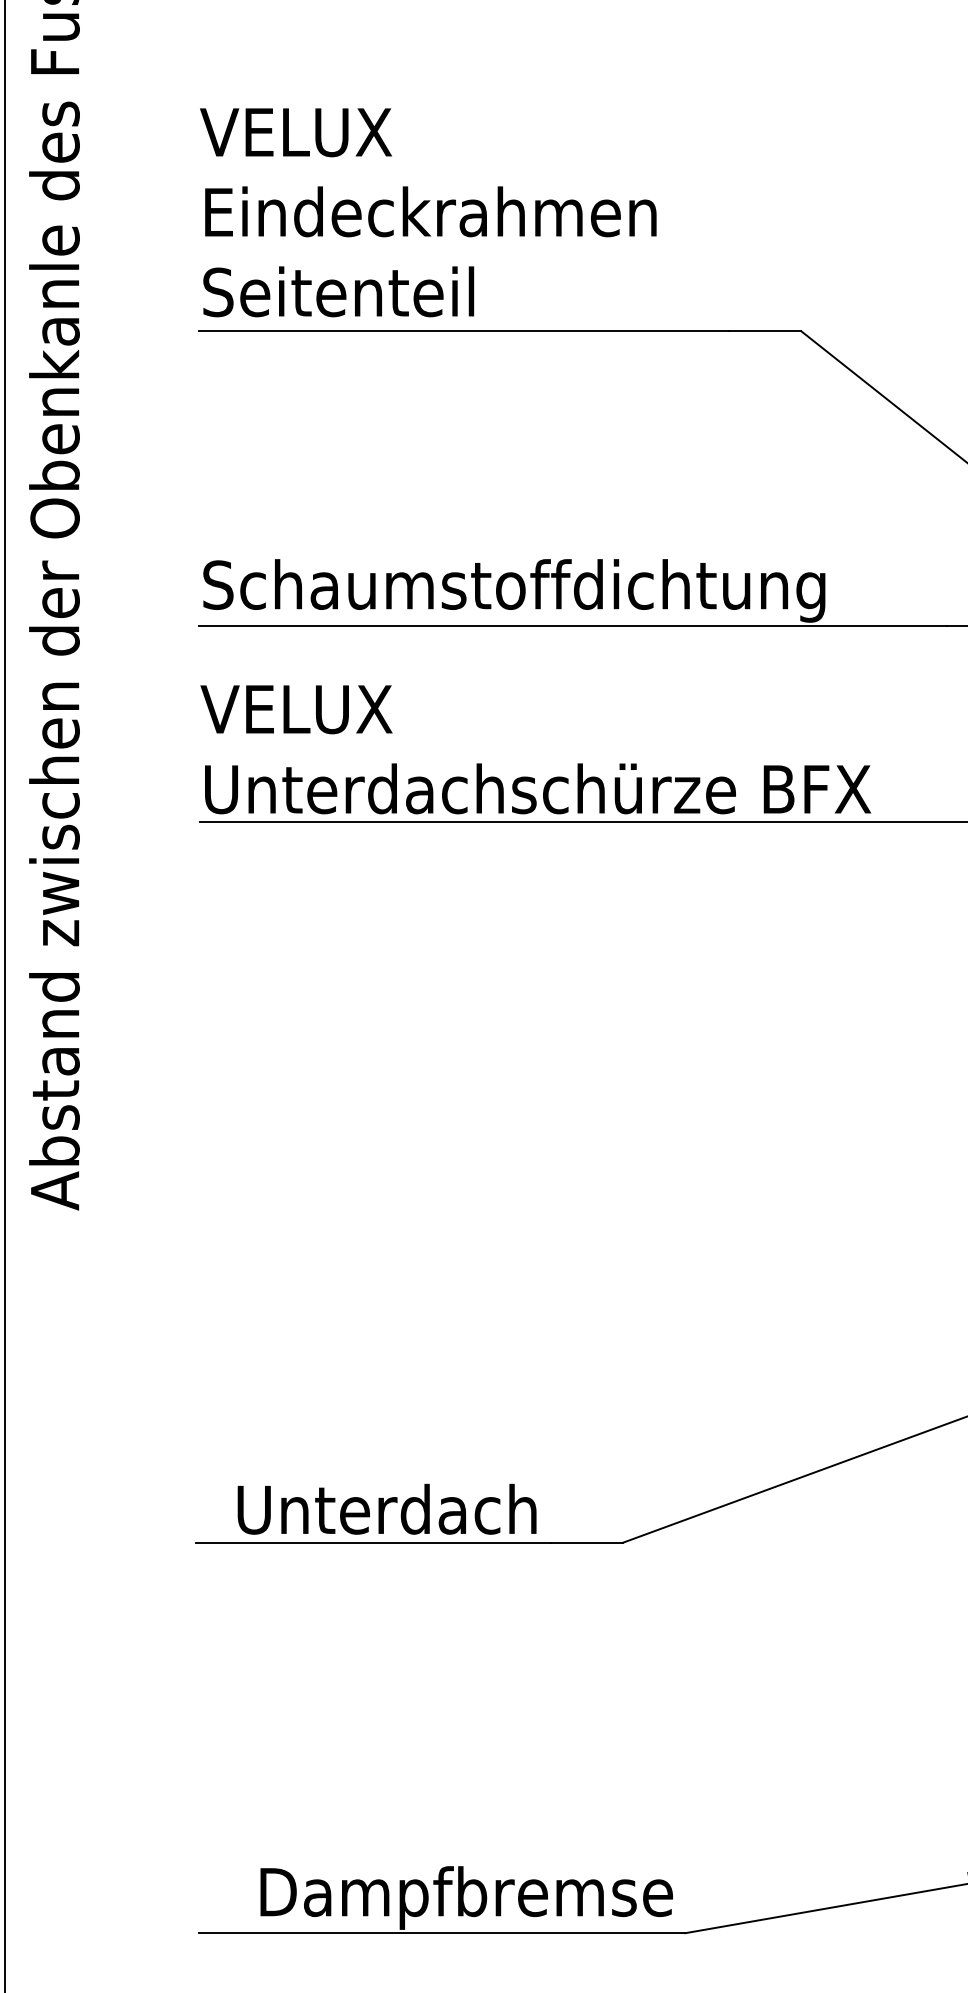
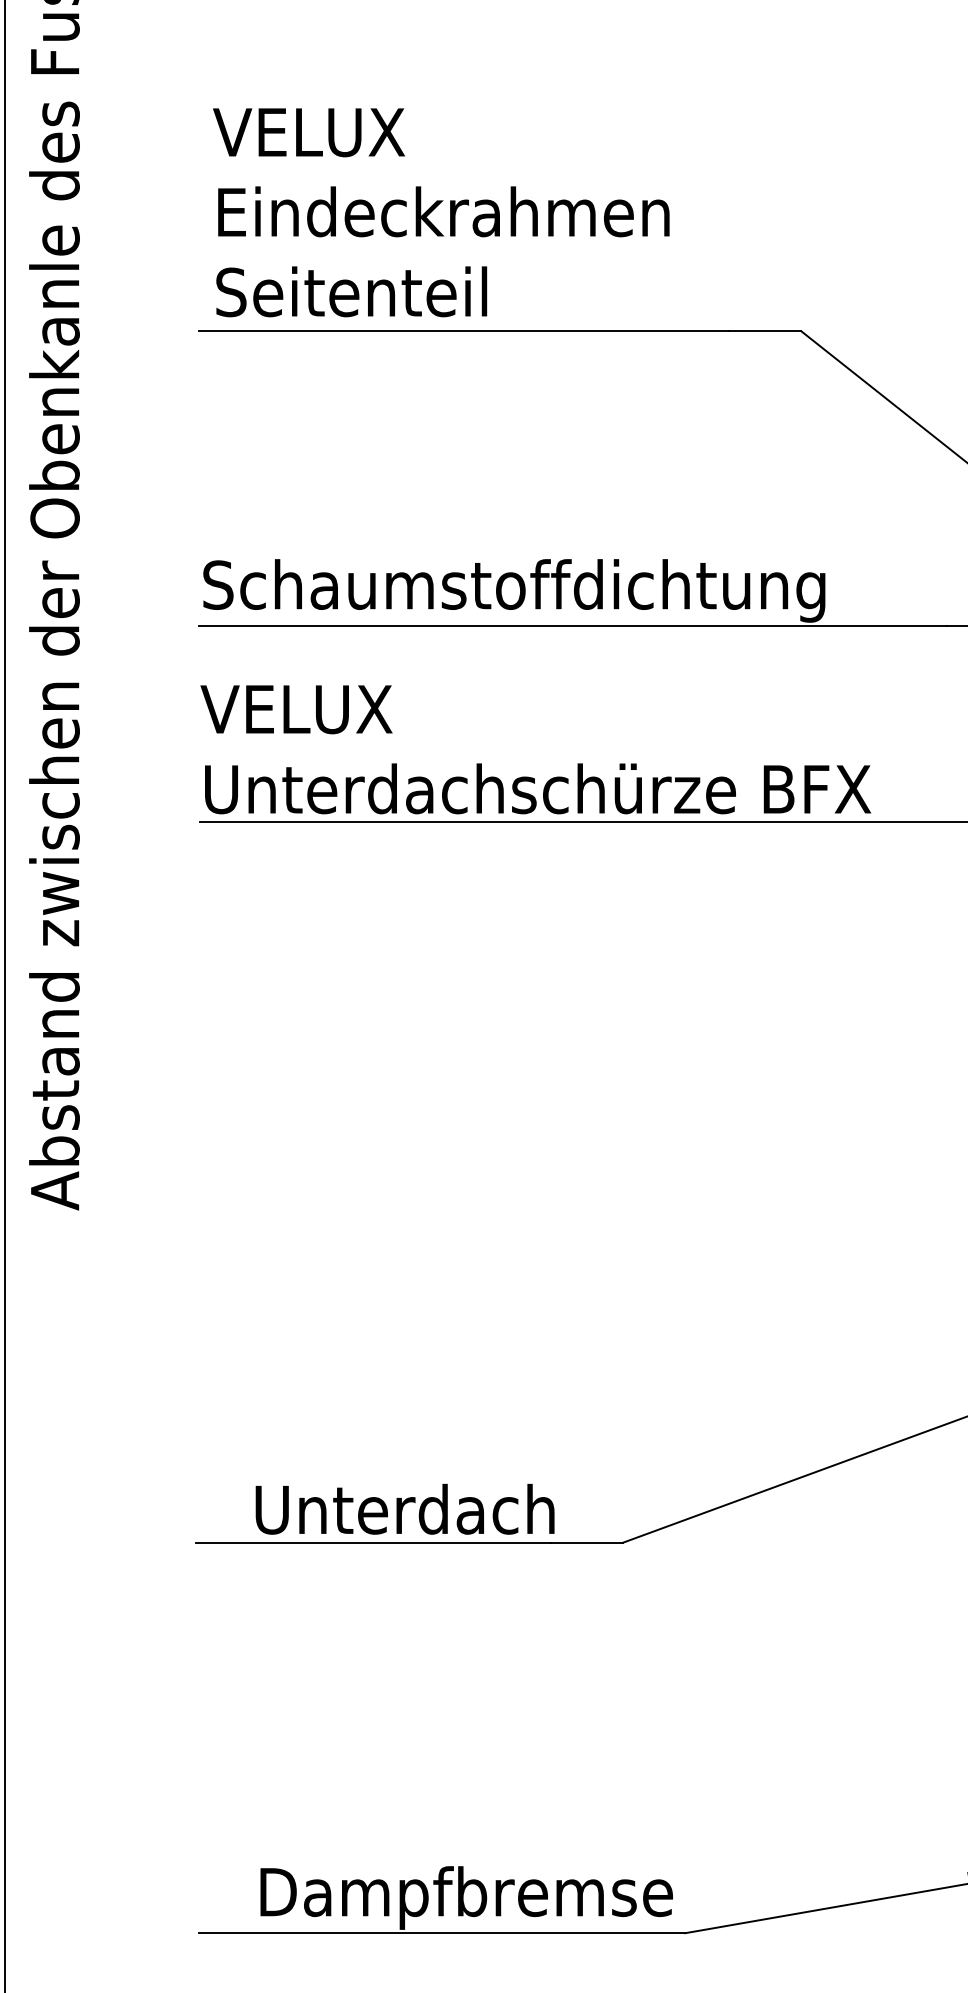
text at (428, 212) position: (428, 212) -> (441, 212)
text at (386, 1508) position: (386, 1508) -> (404, 1508)
